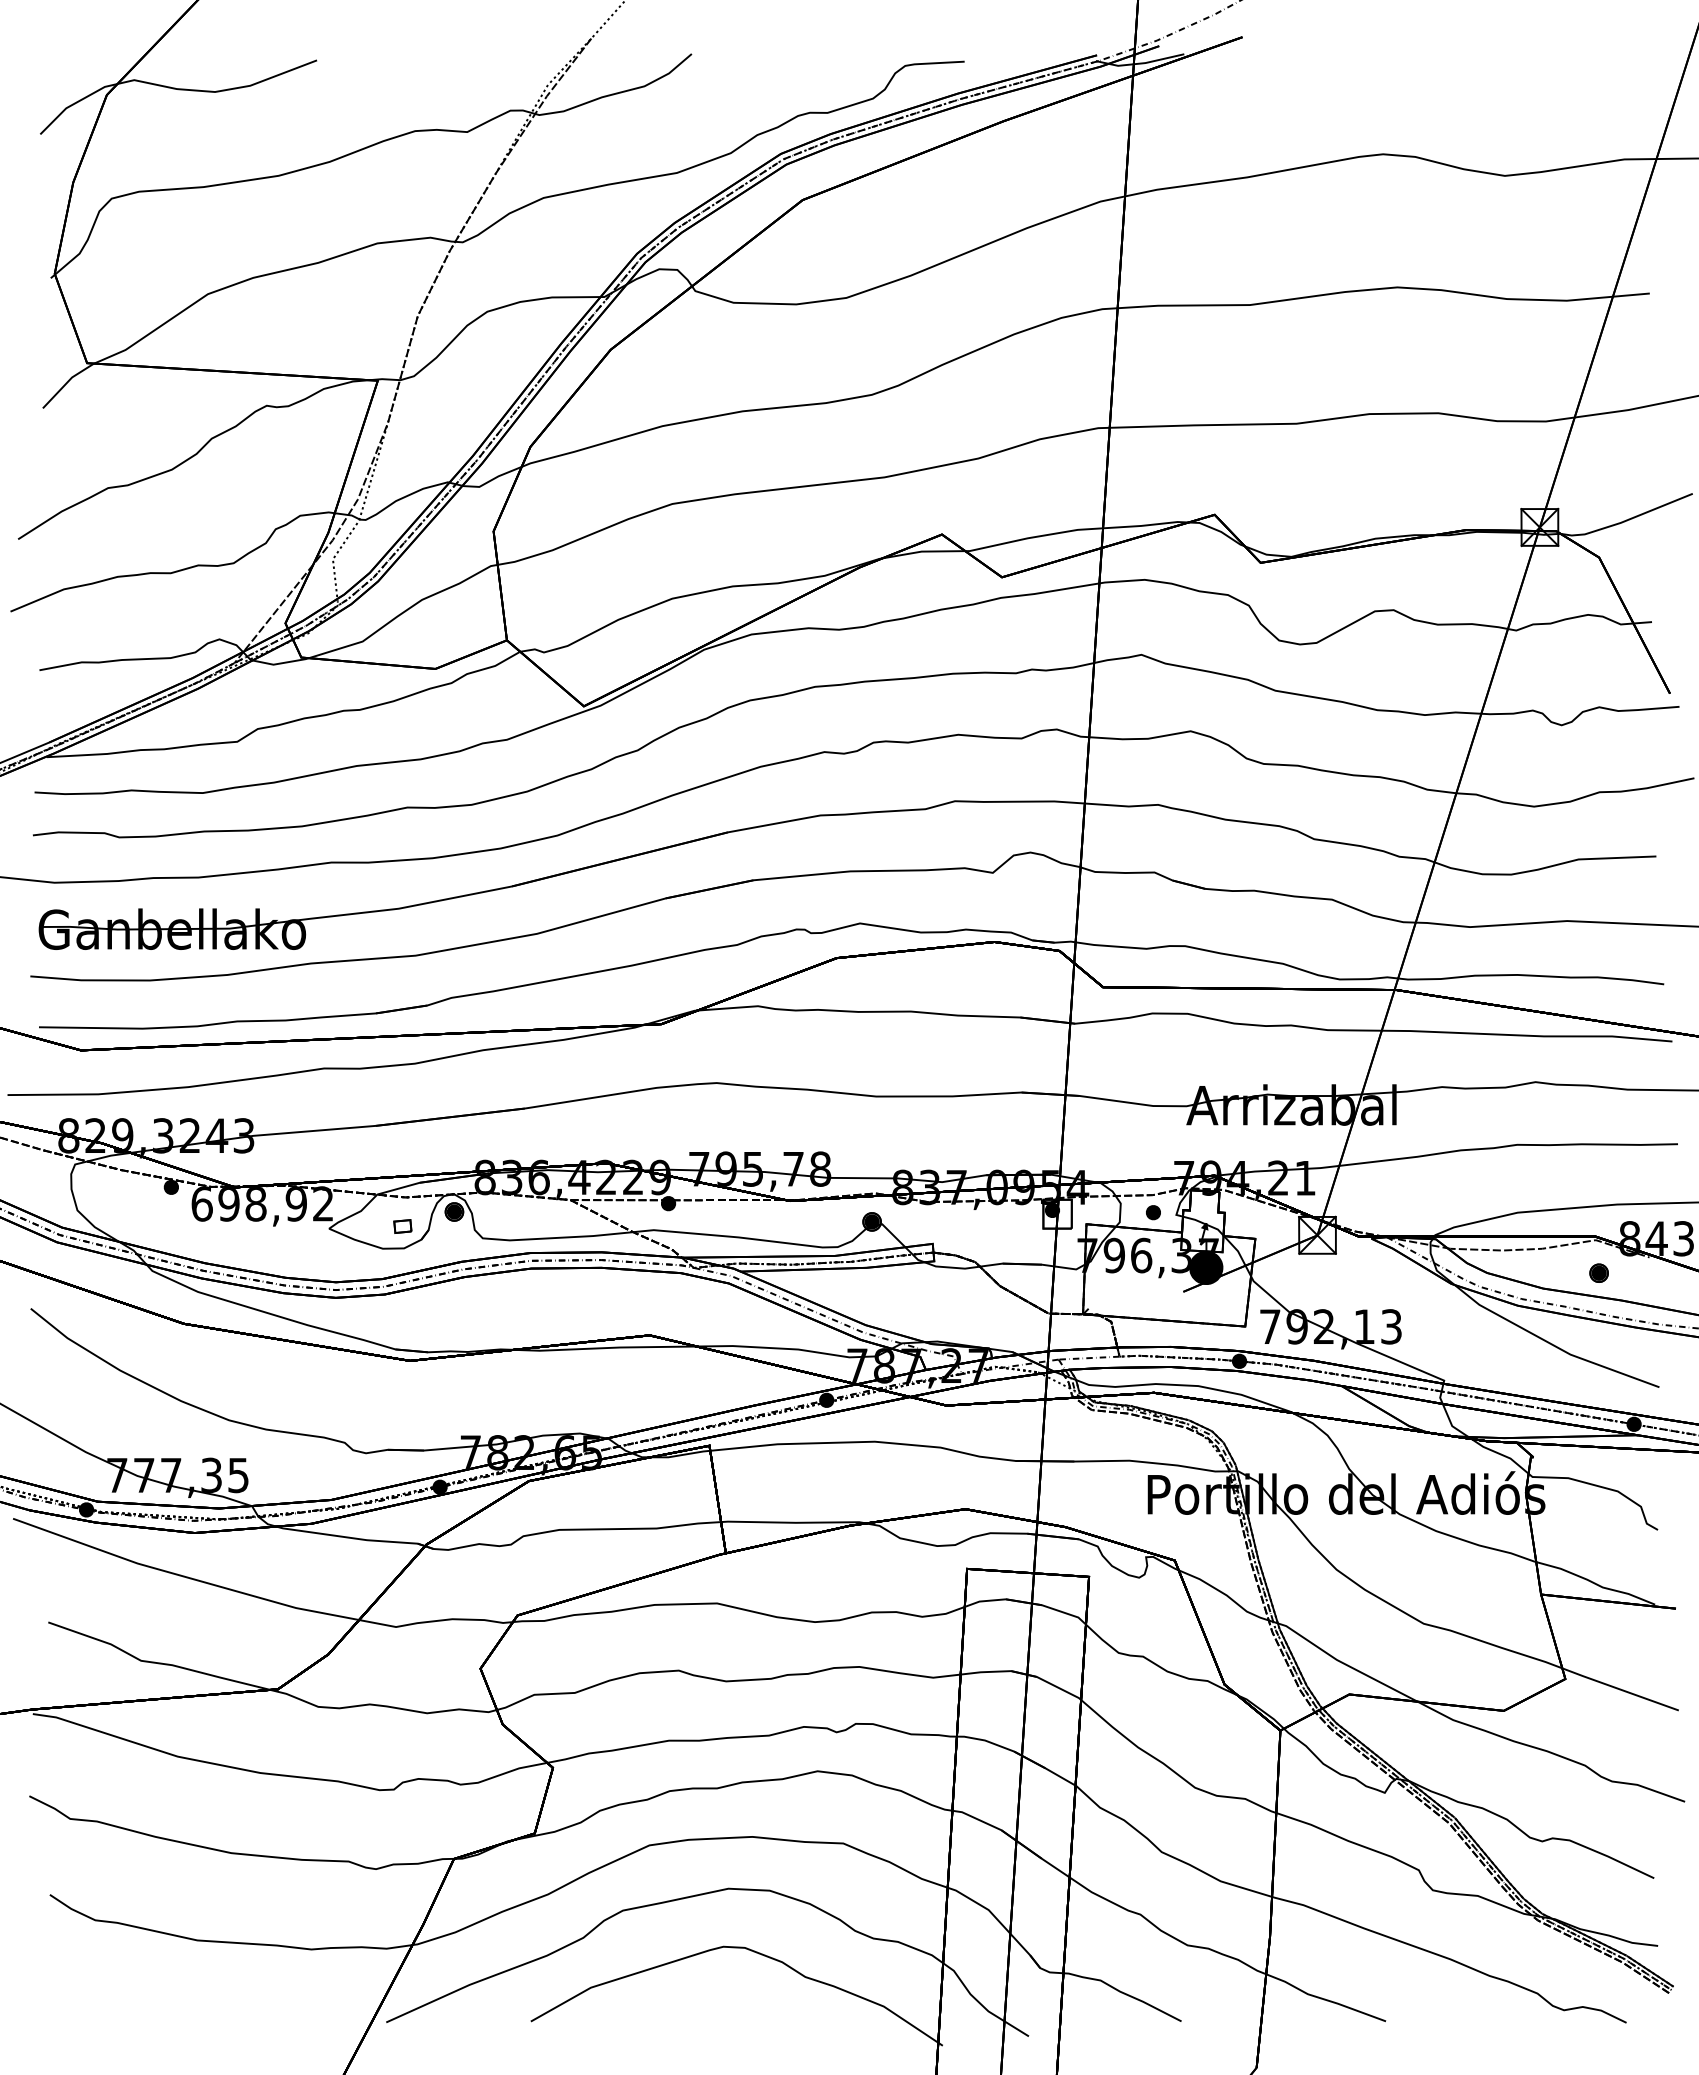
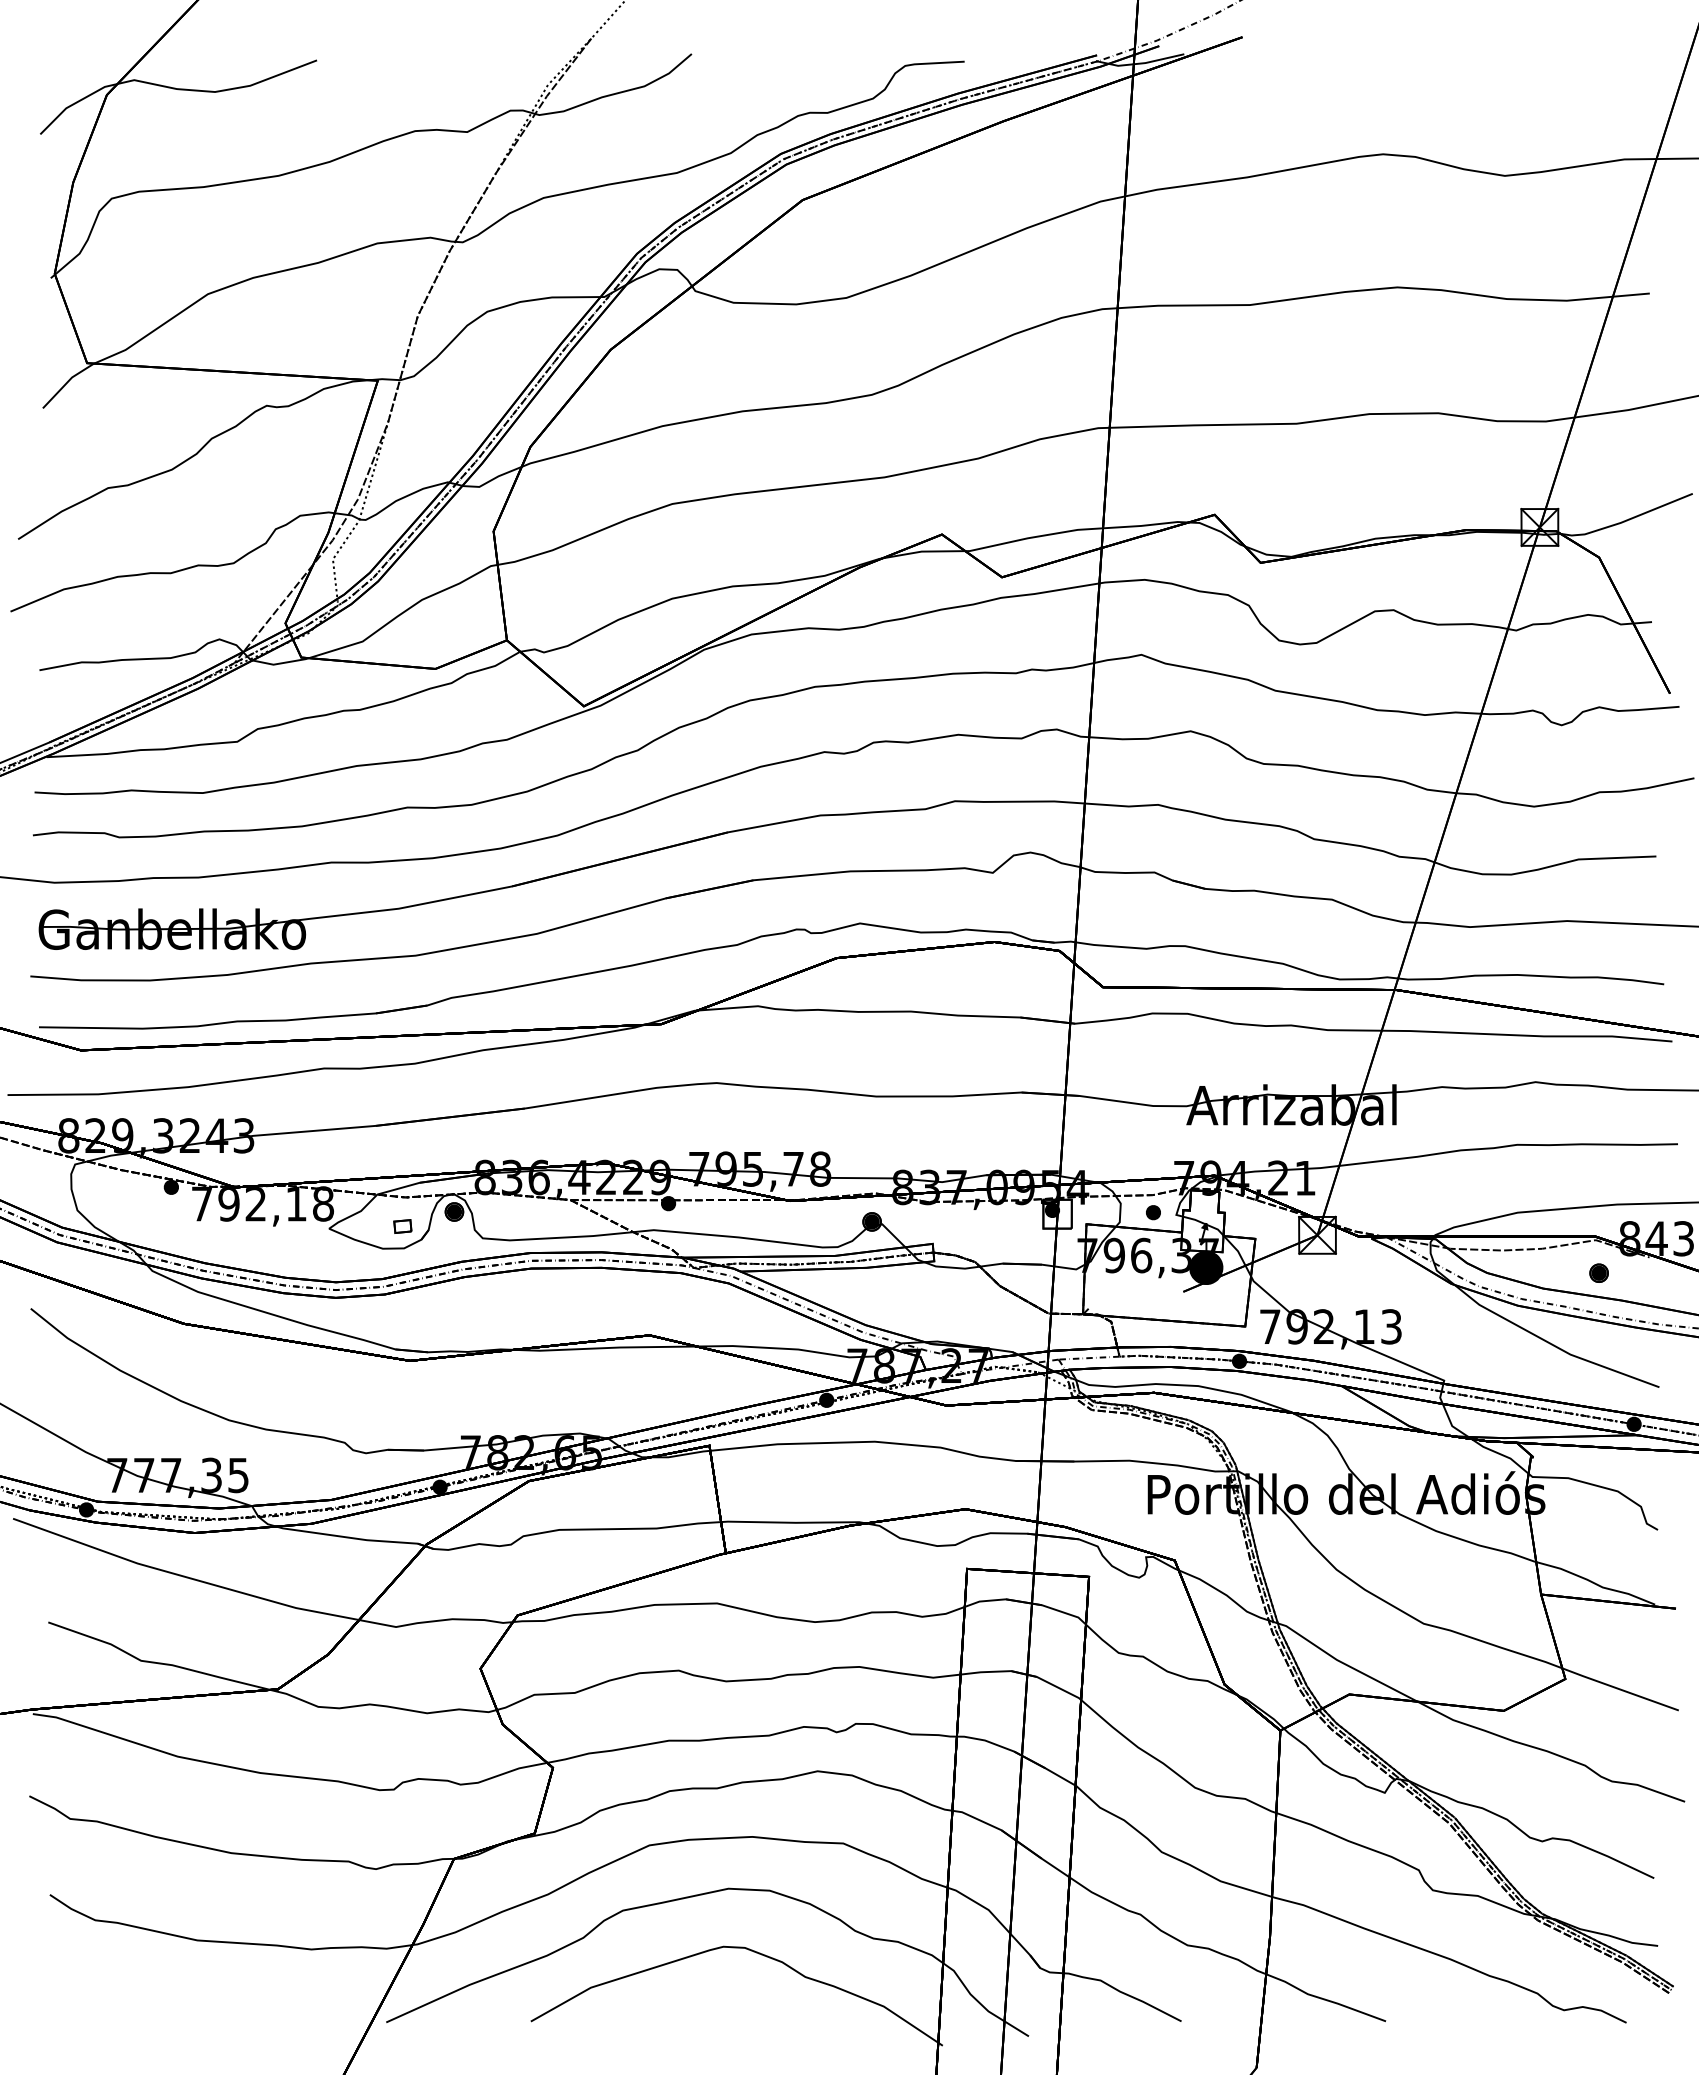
text at (262, 1203): 698,92 -> 792,18
